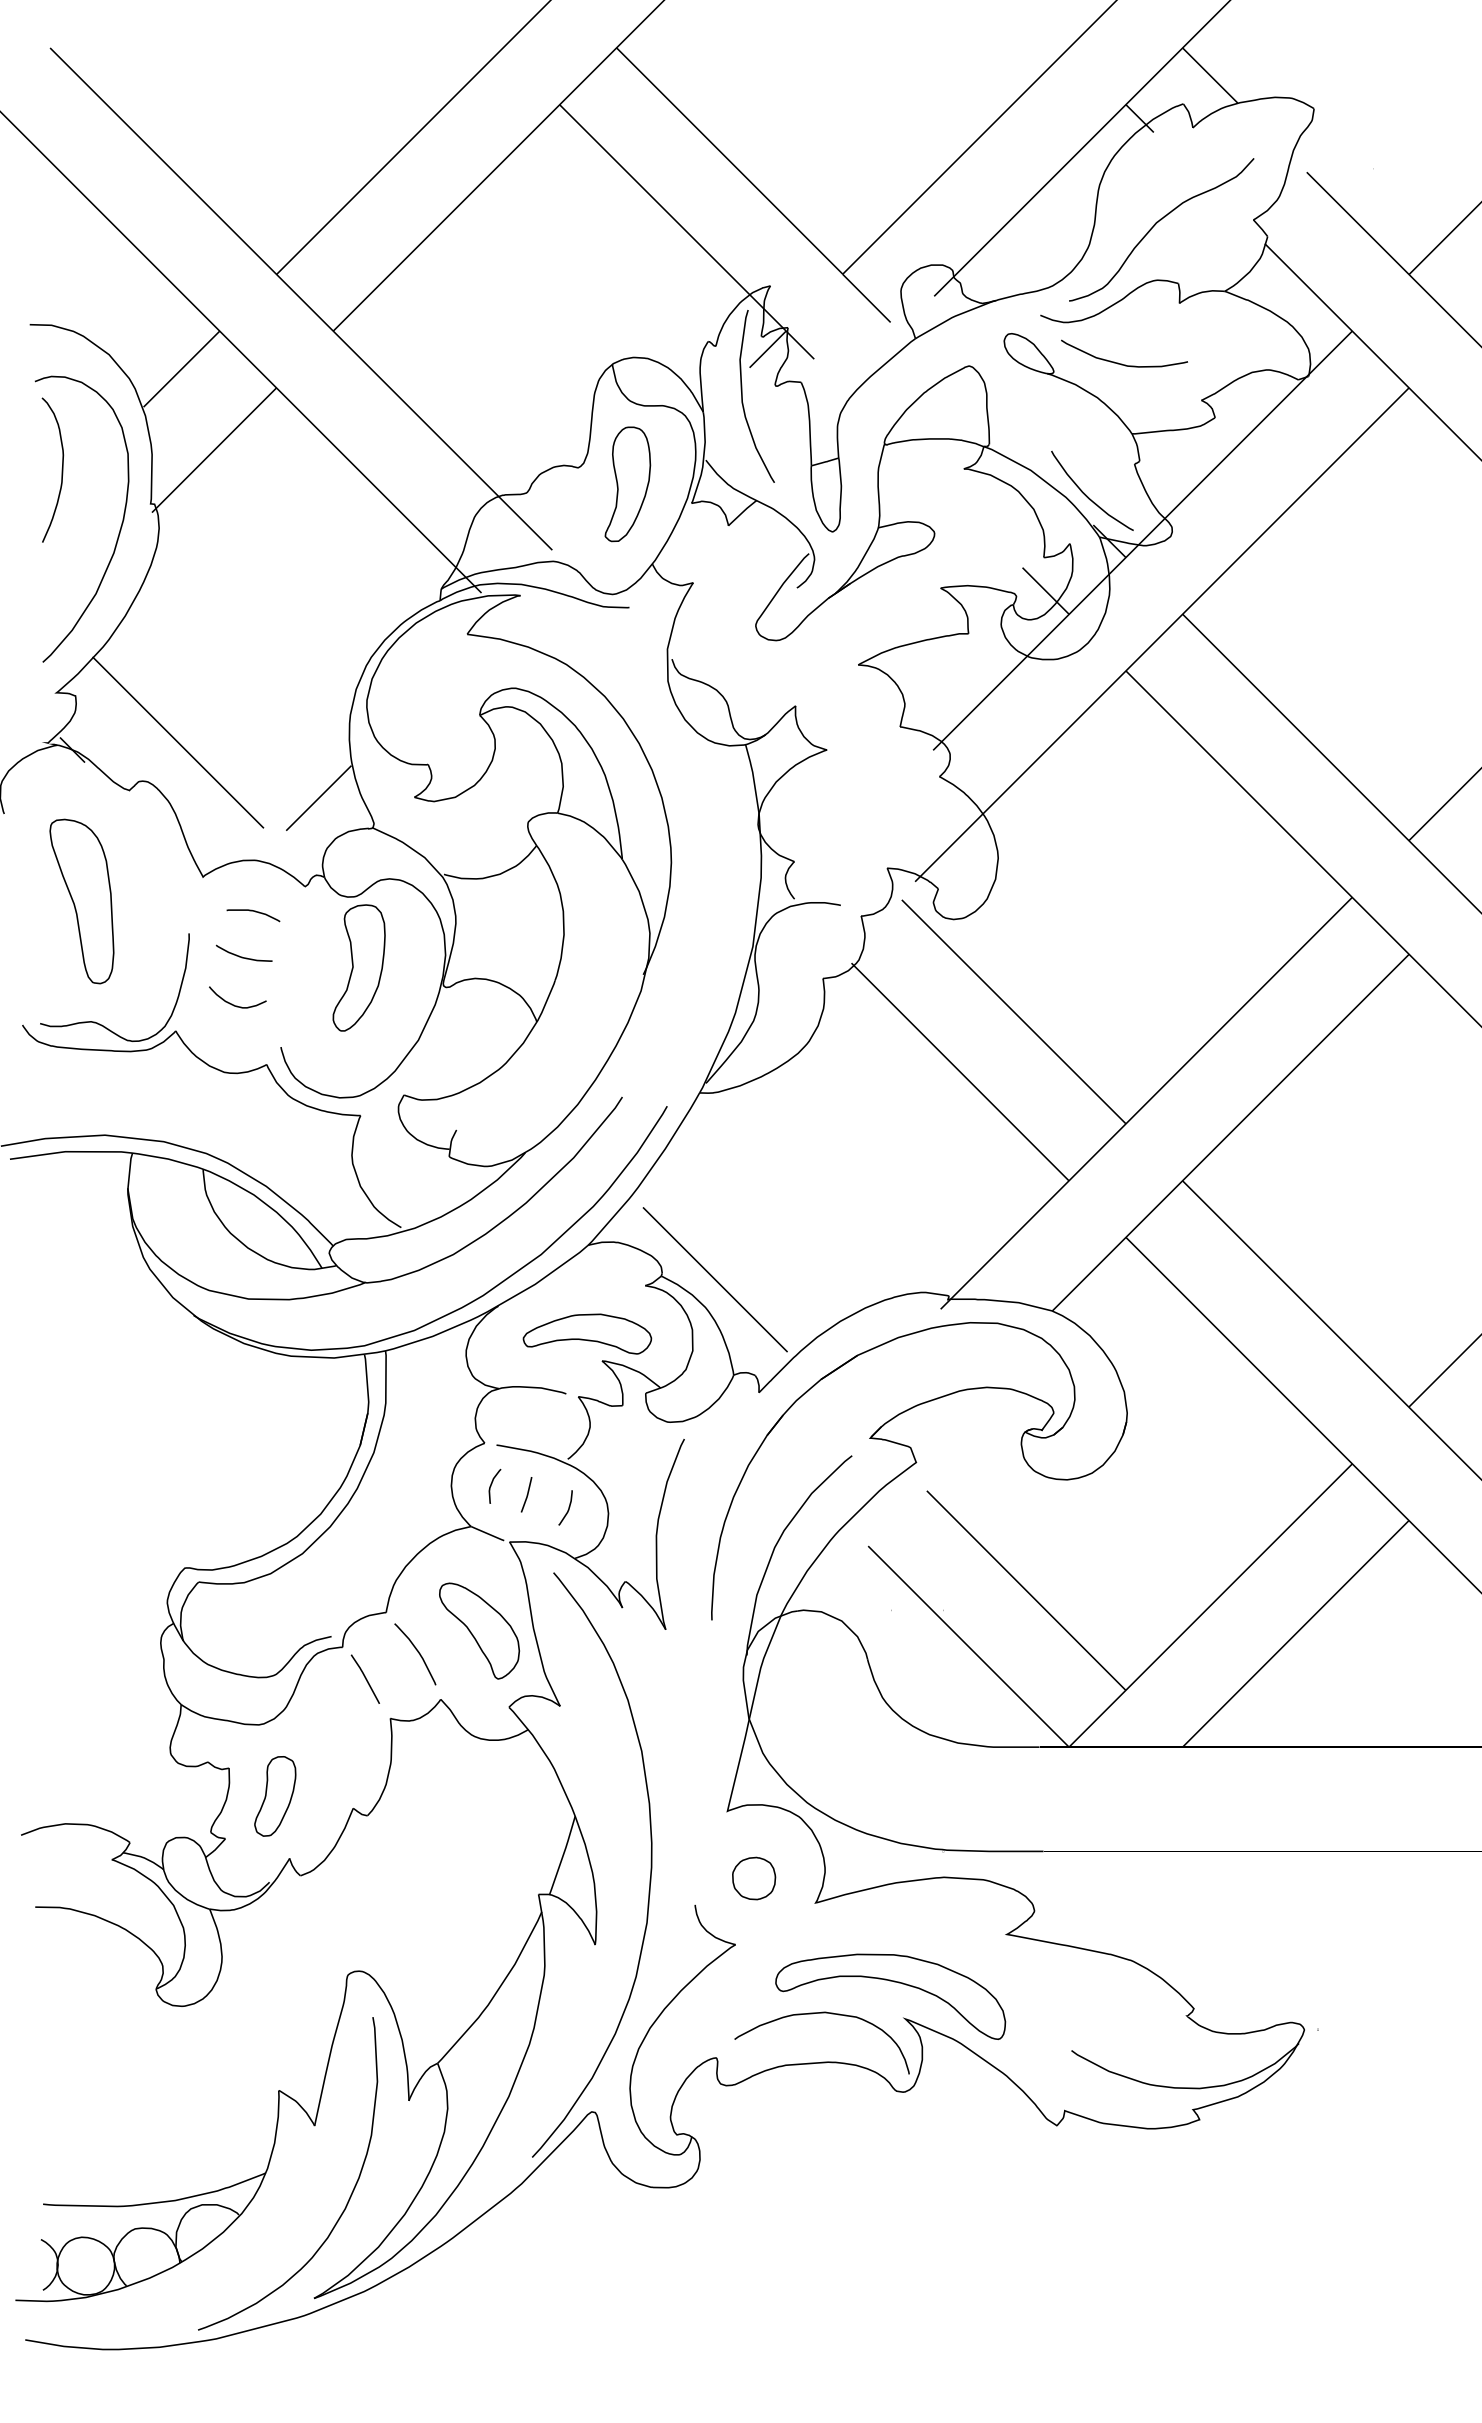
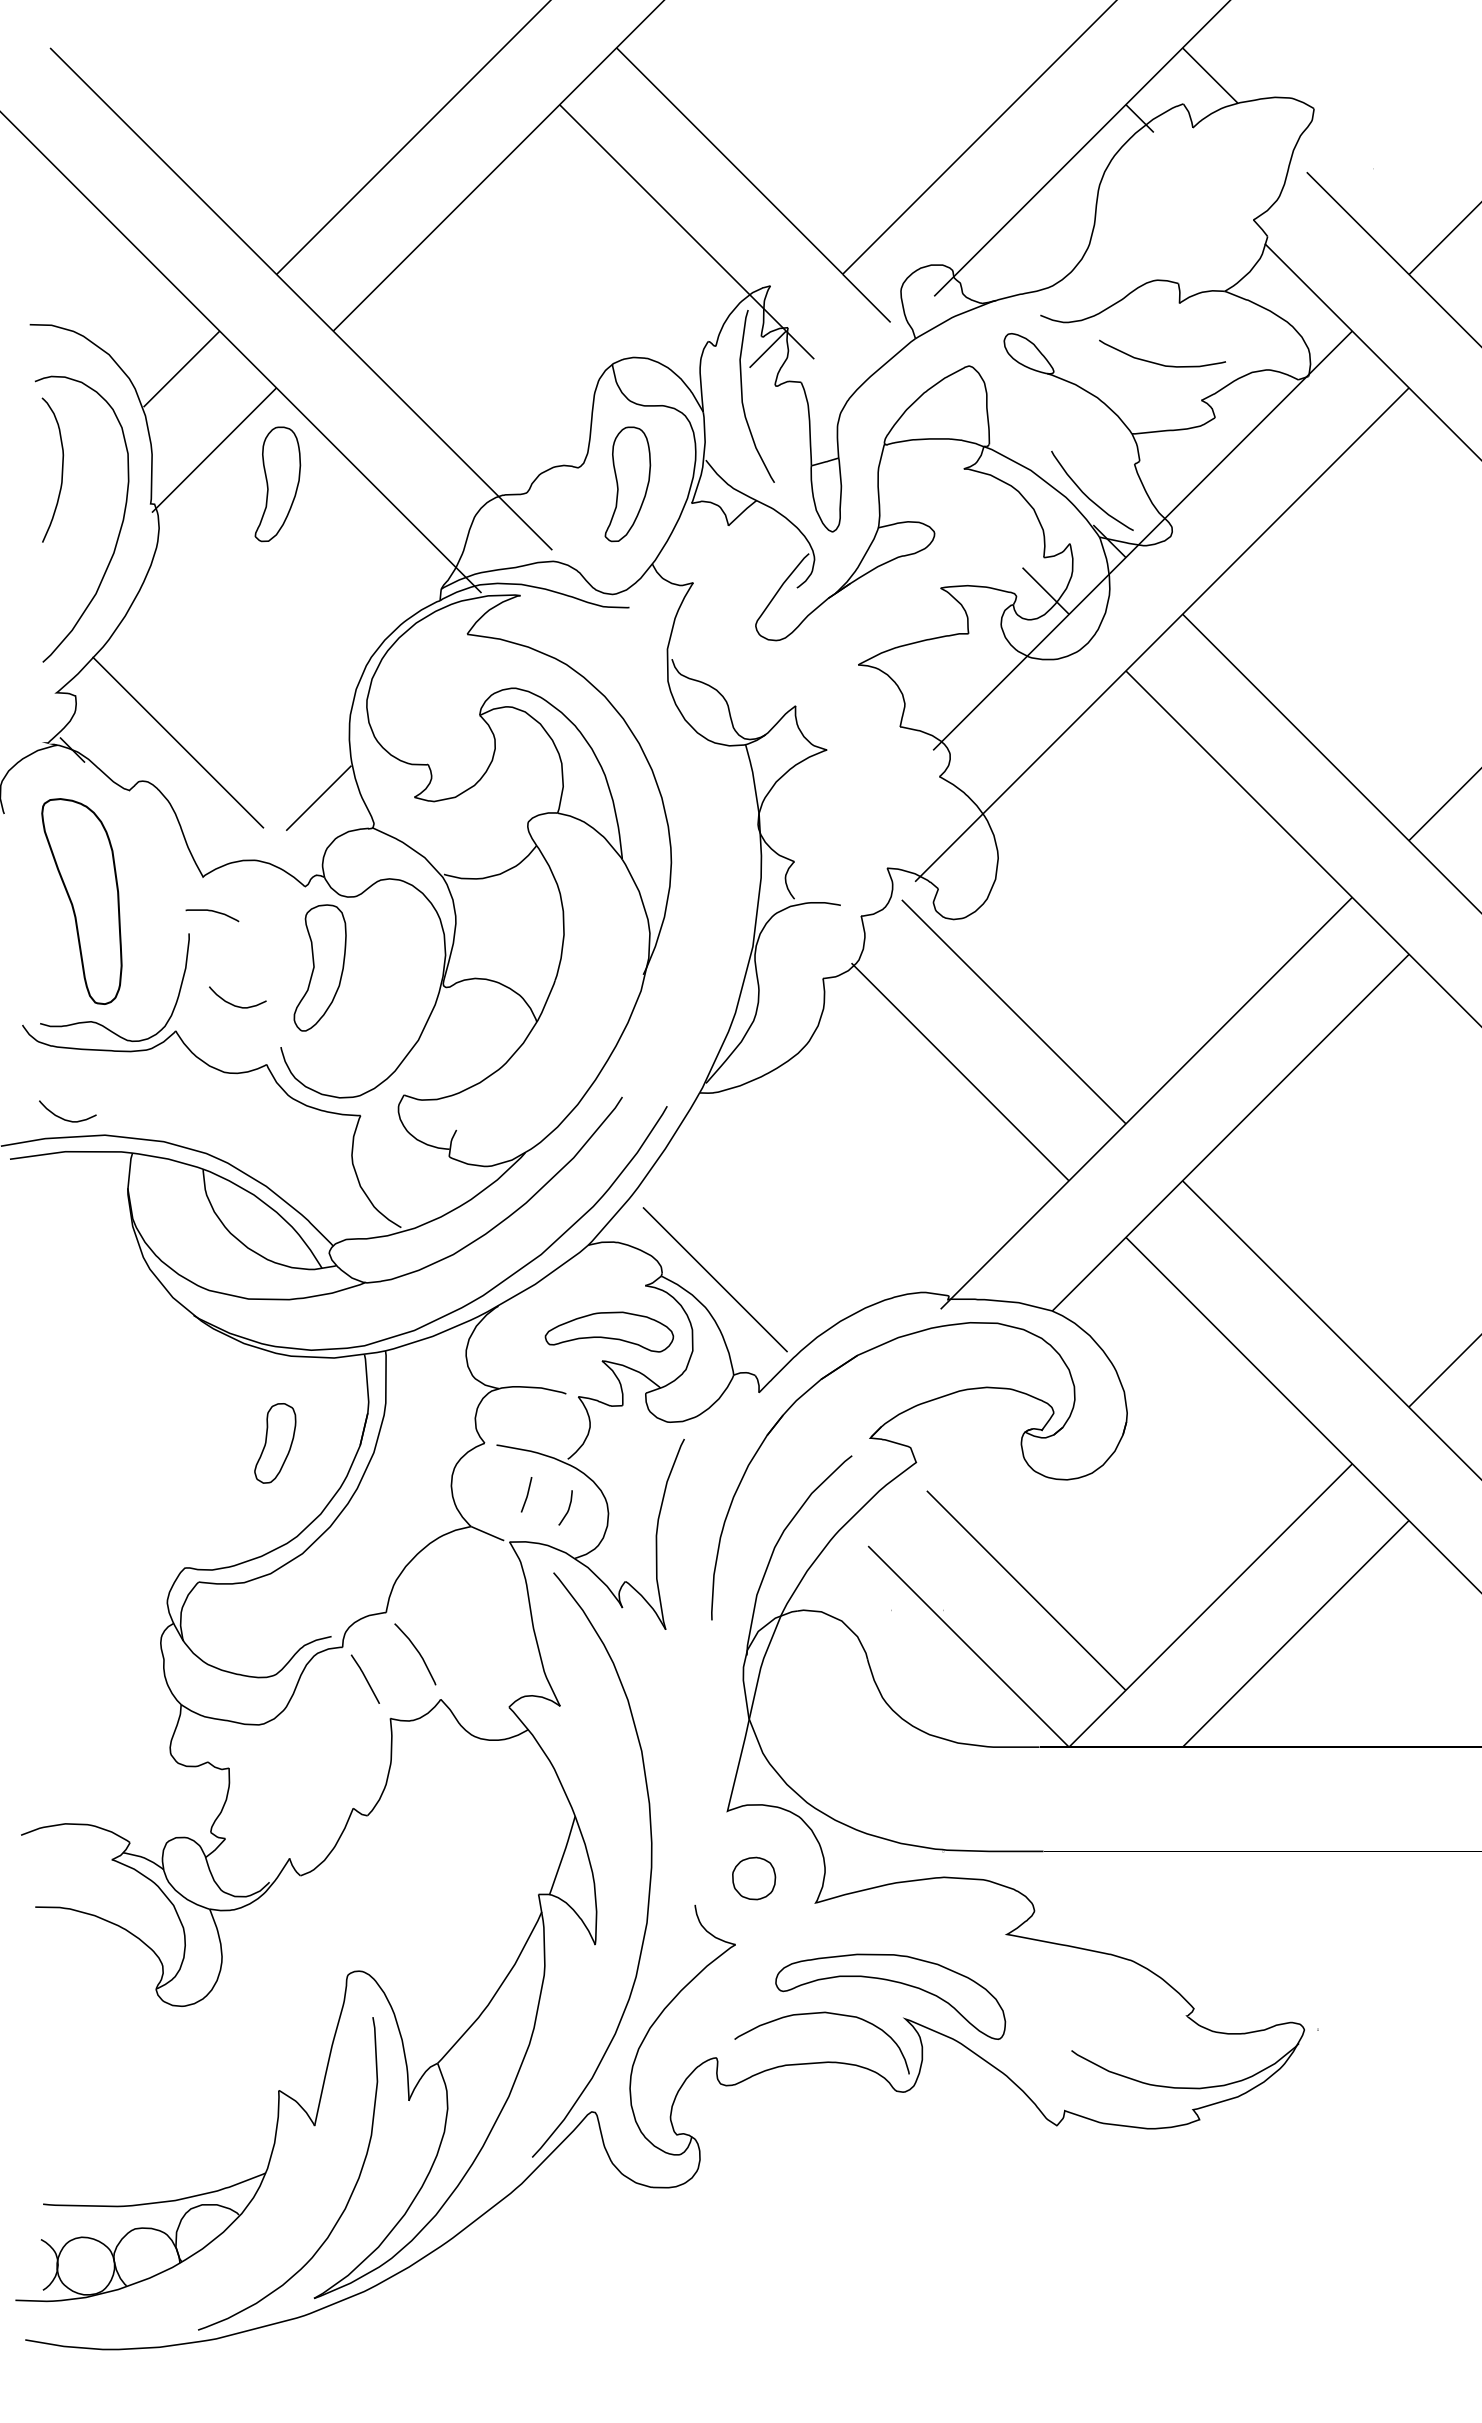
curve at (1156, 224): present -> none
curve at (1122, 363) position: (1122, 363) -> (1160, 363)
part at (277, 484): none -> present
part at (81, 901) size: 66x167 px -> 82x207 px
curve at (255, 912) position: (255, 912) -> (214, 912)
curve at (242, 956): present -> none
part at (358, 967) position: (358, 967) -> (319, 967)
curve at (64, 1118): none -> present
part at (587, 1333) position: (587, 1333) -> (609, 1331)
curve at (492, 1483): present -> none
part at (479, 1630): present -> none
part at (275, 1796) position: (275, 1796) -> (275, 1443)
